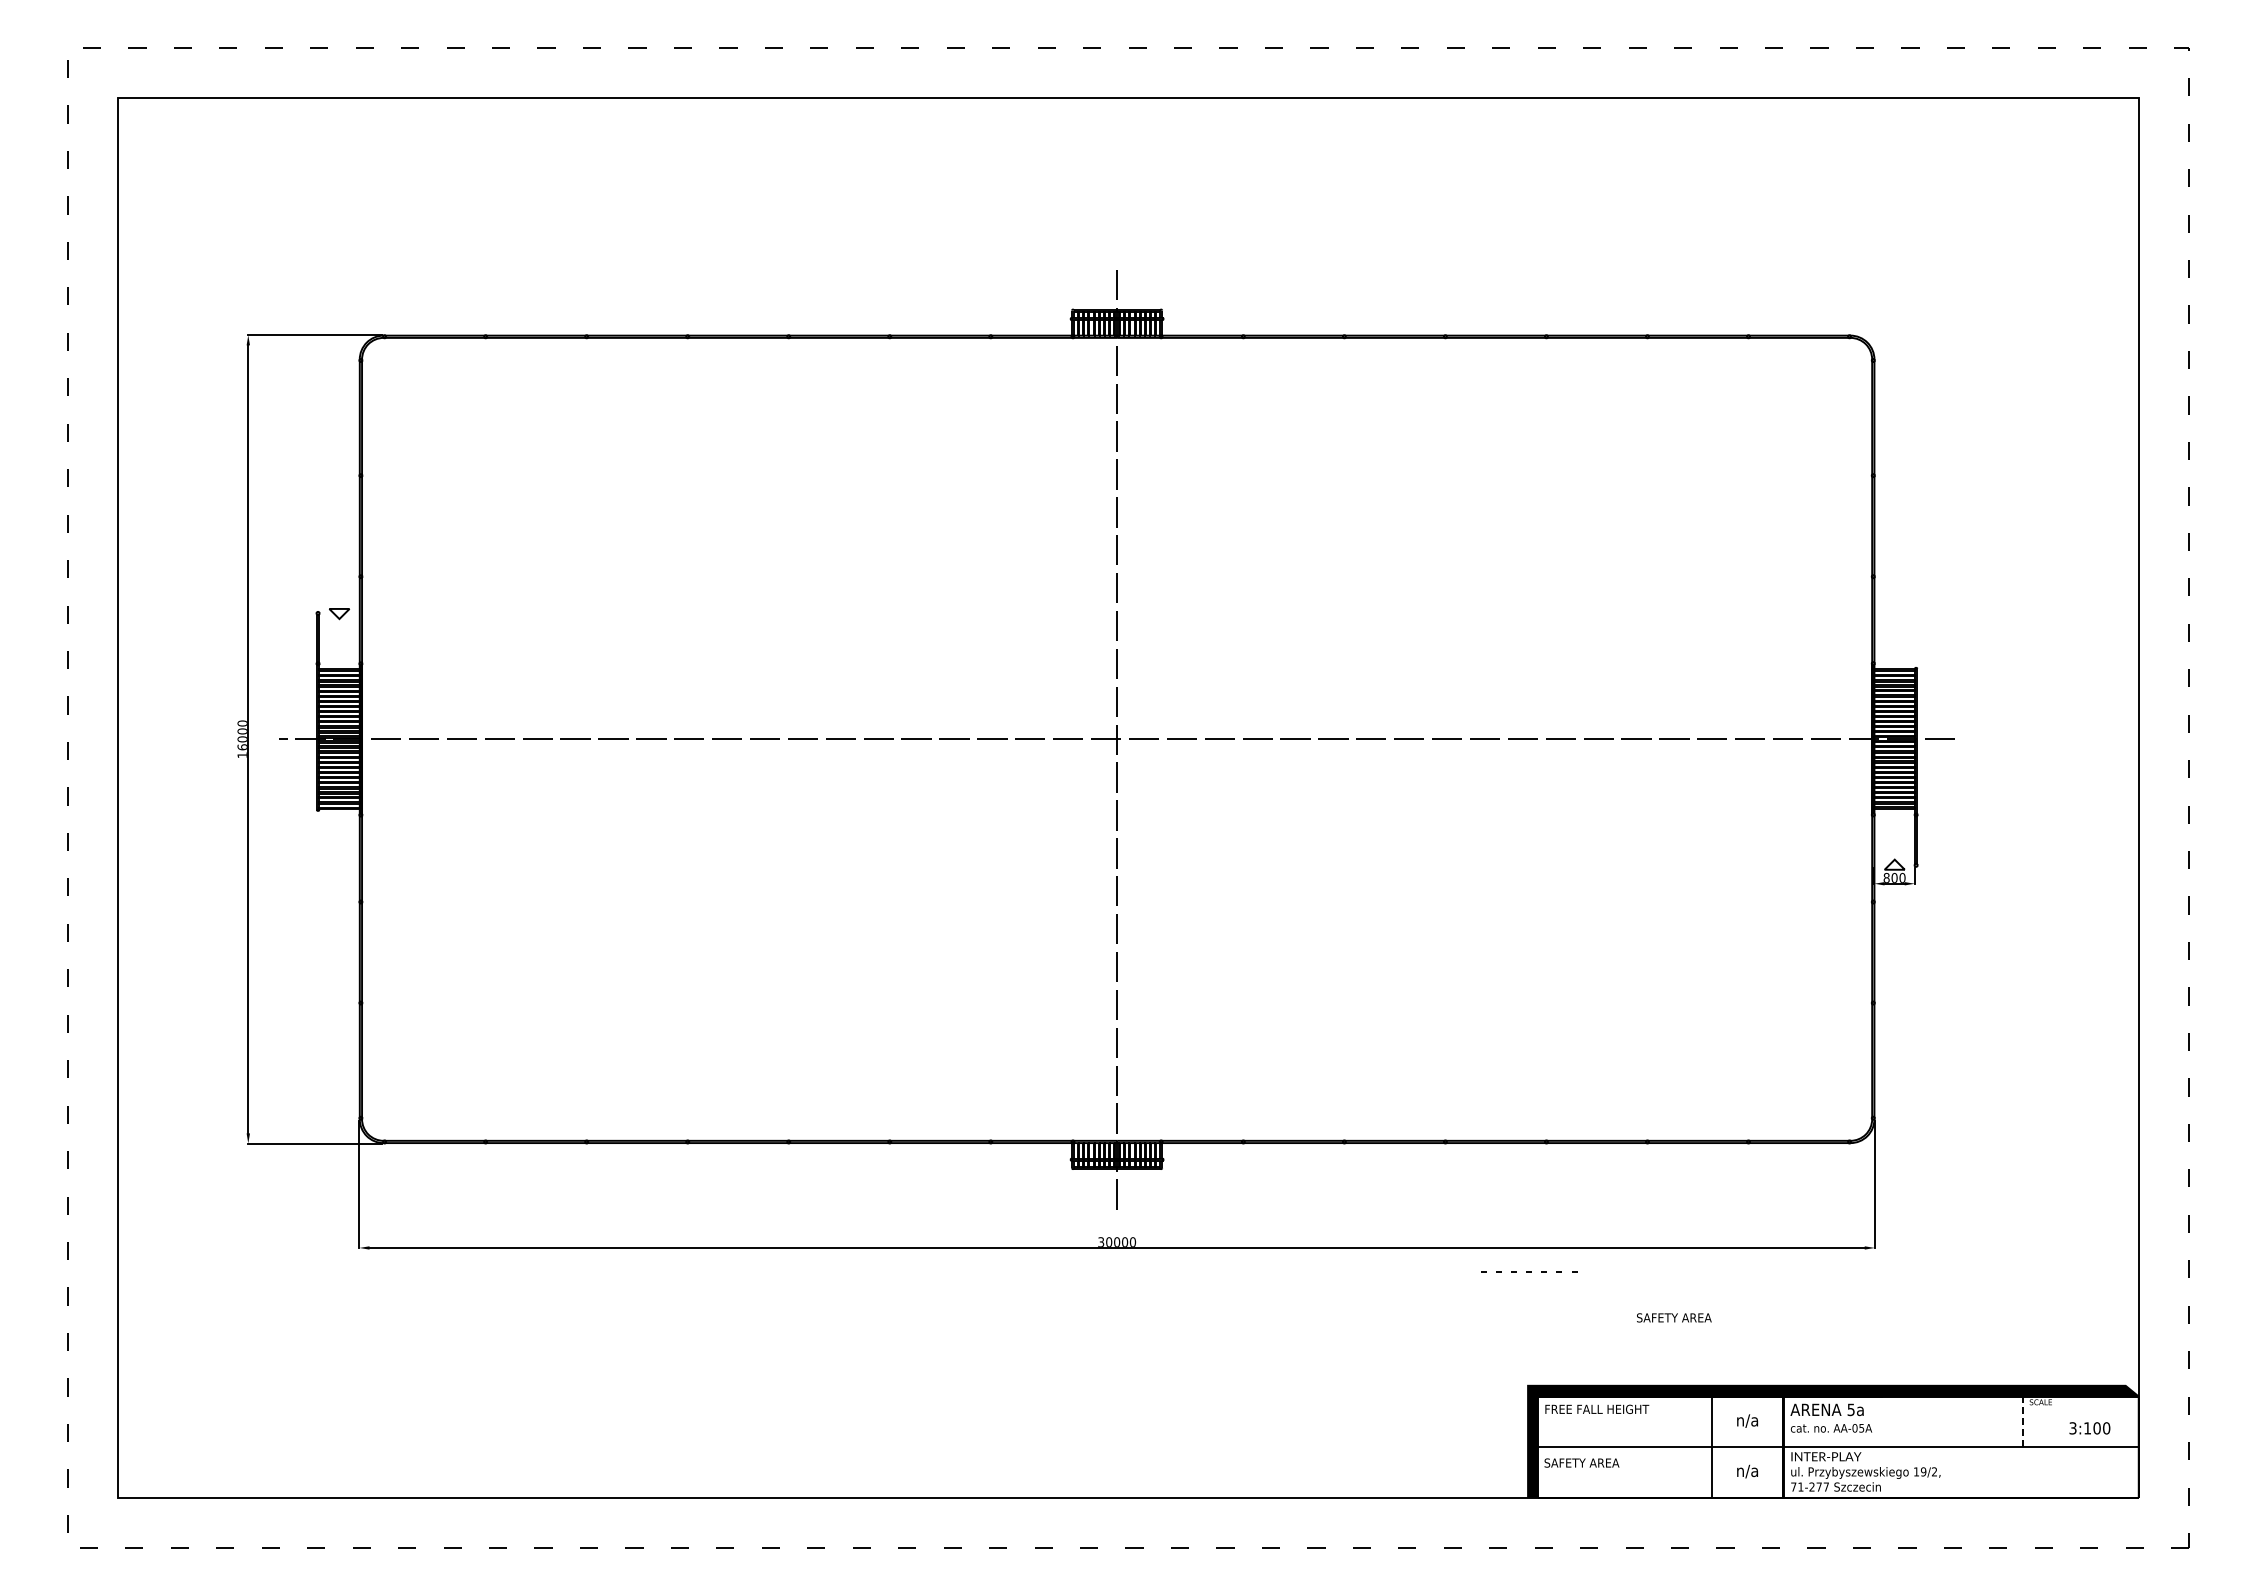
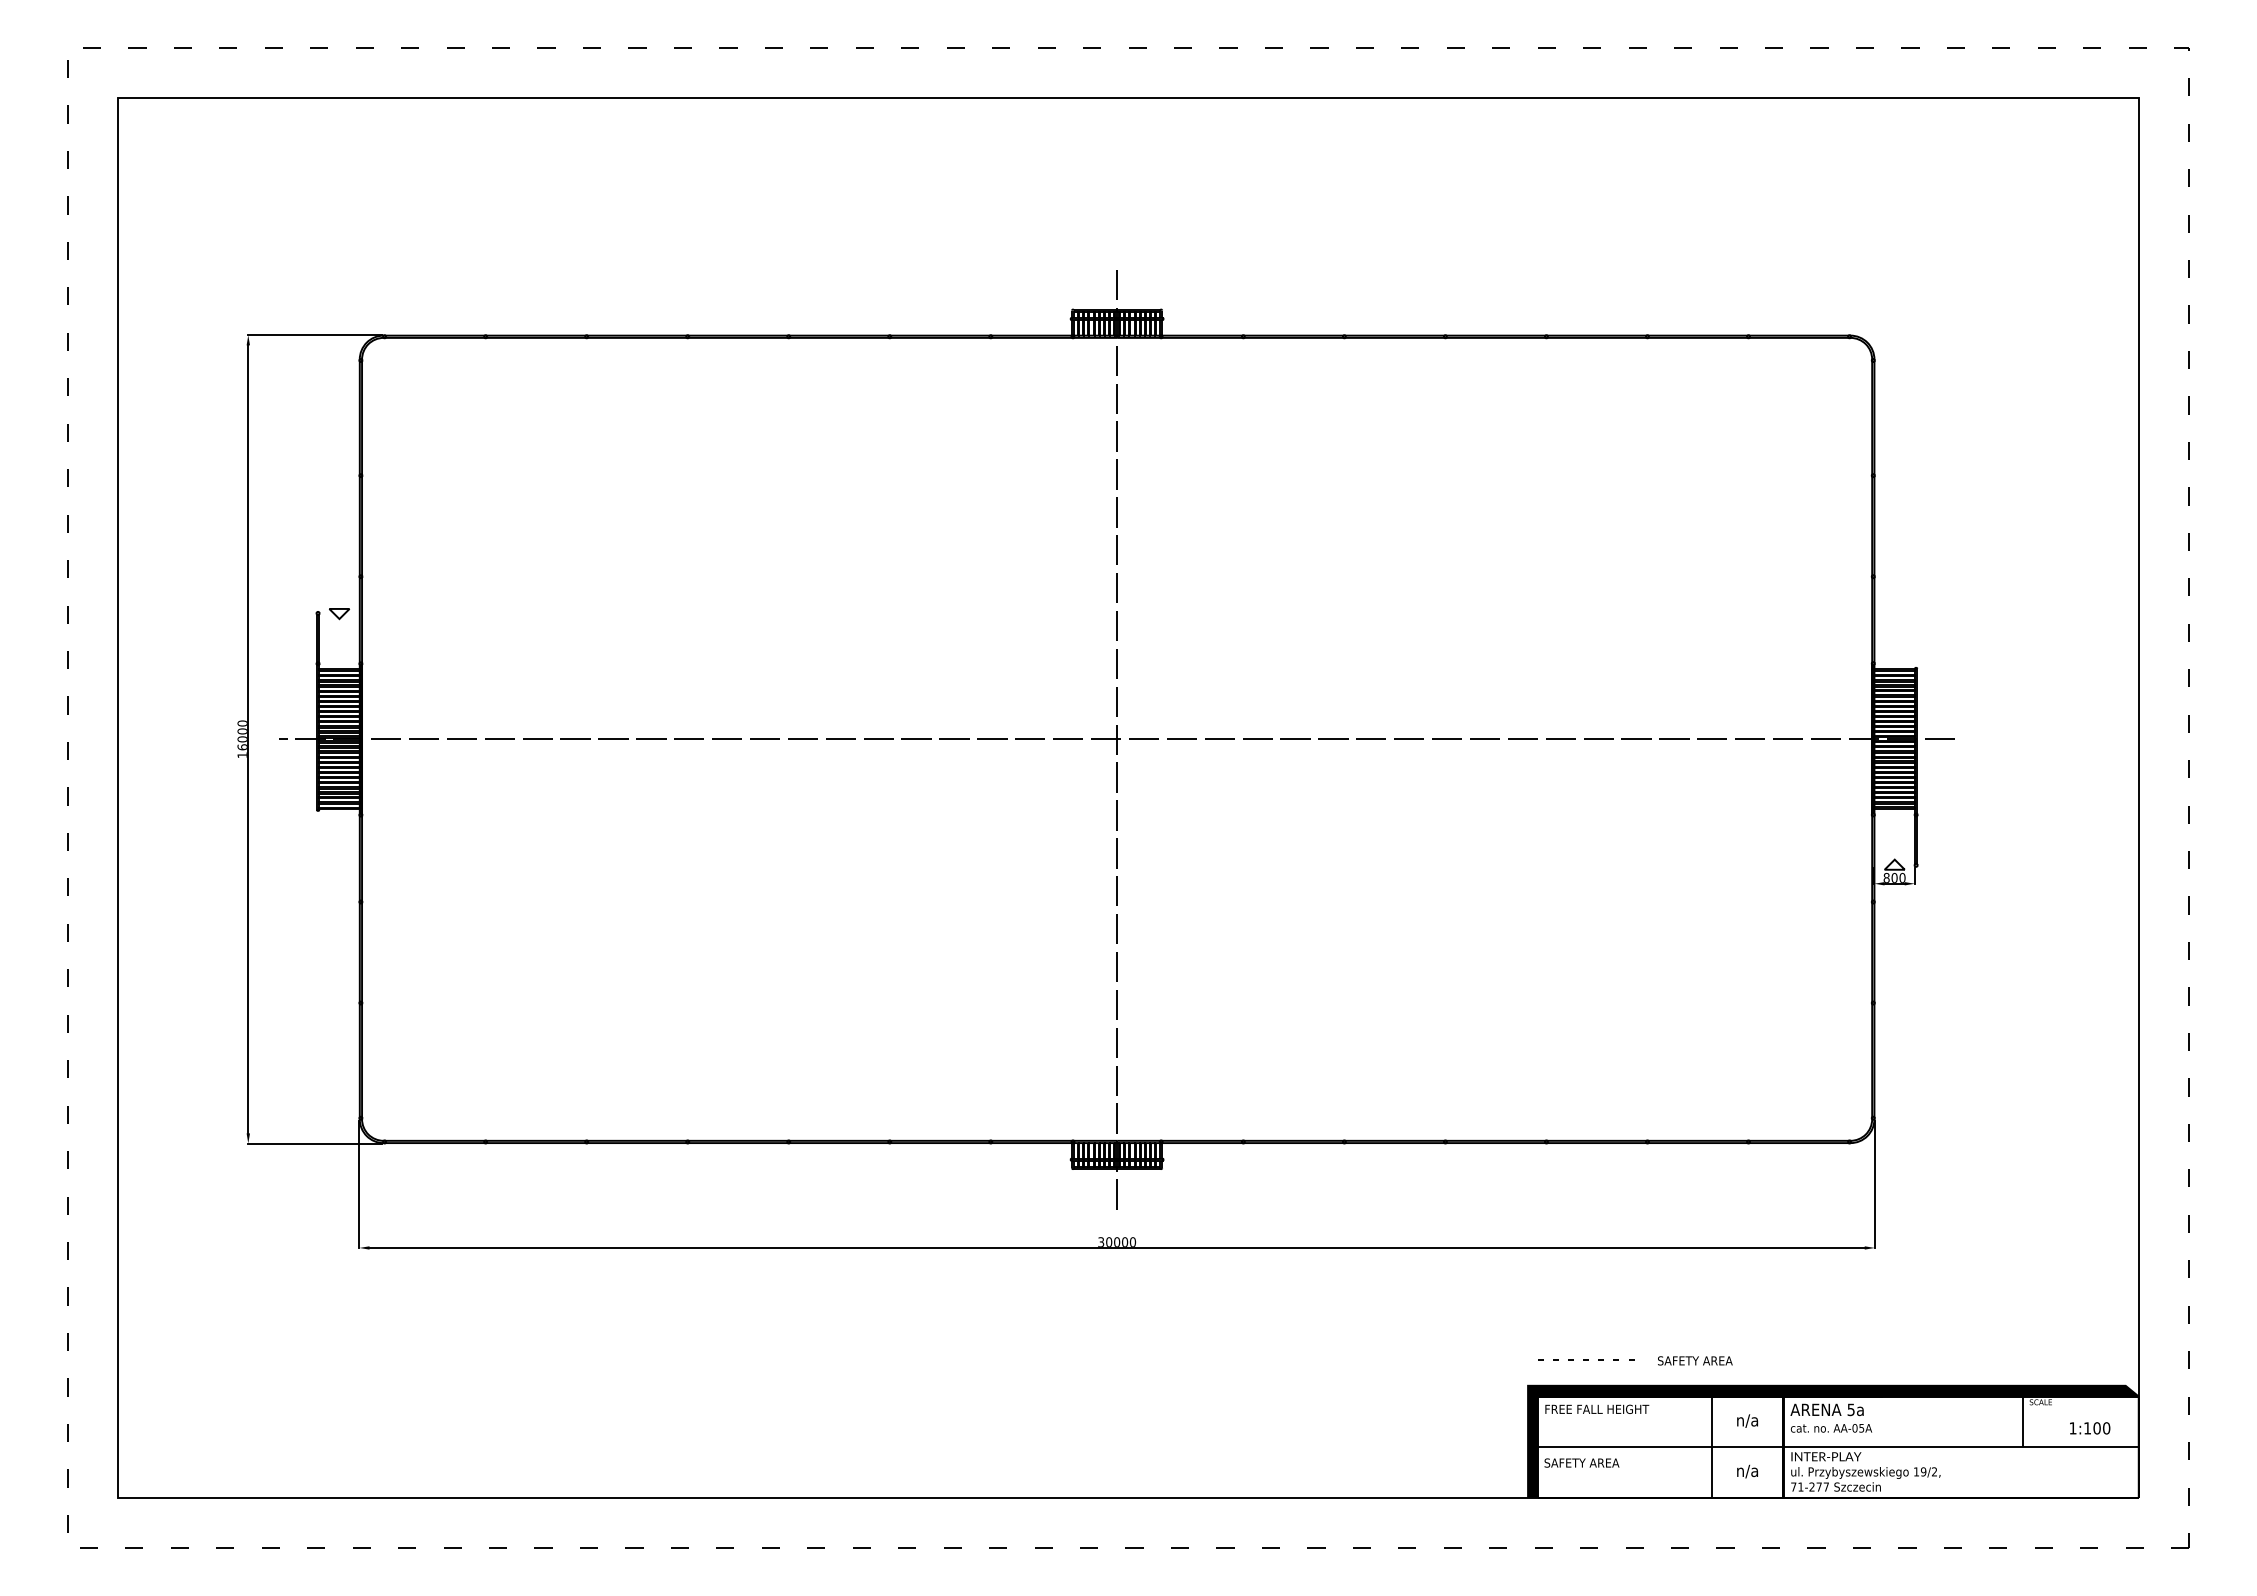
line at (1529, 1271) position: (1529, 1271) -> (1586, 1359)
text at (1674, 1317) position: (1674, 1317) -> (1695, 1360)
line at (2023, 1421): dashed -> solid
text at (2072, 1428): 3:100 -> 1:100
